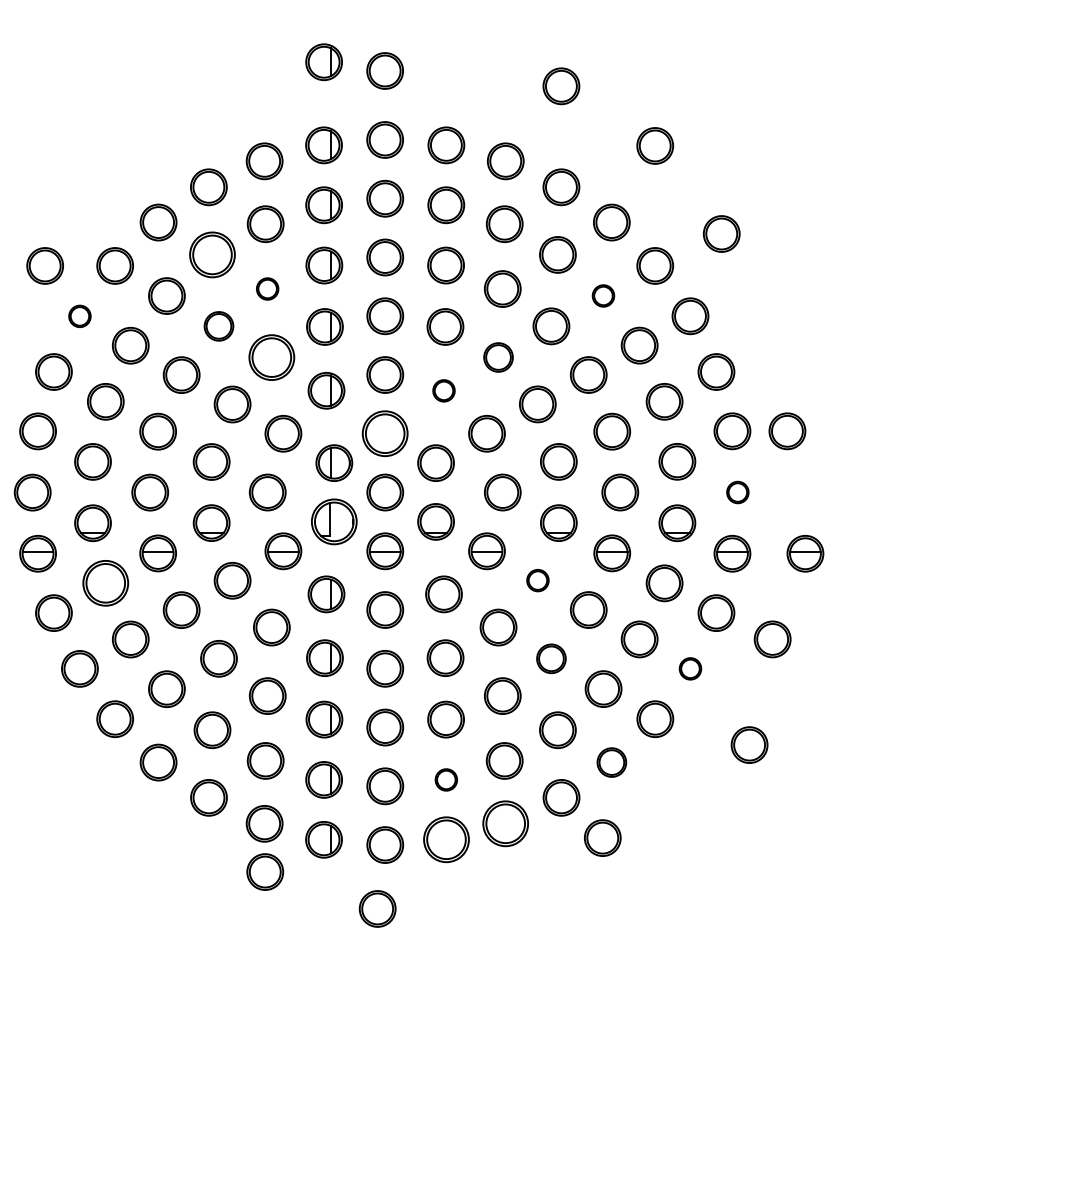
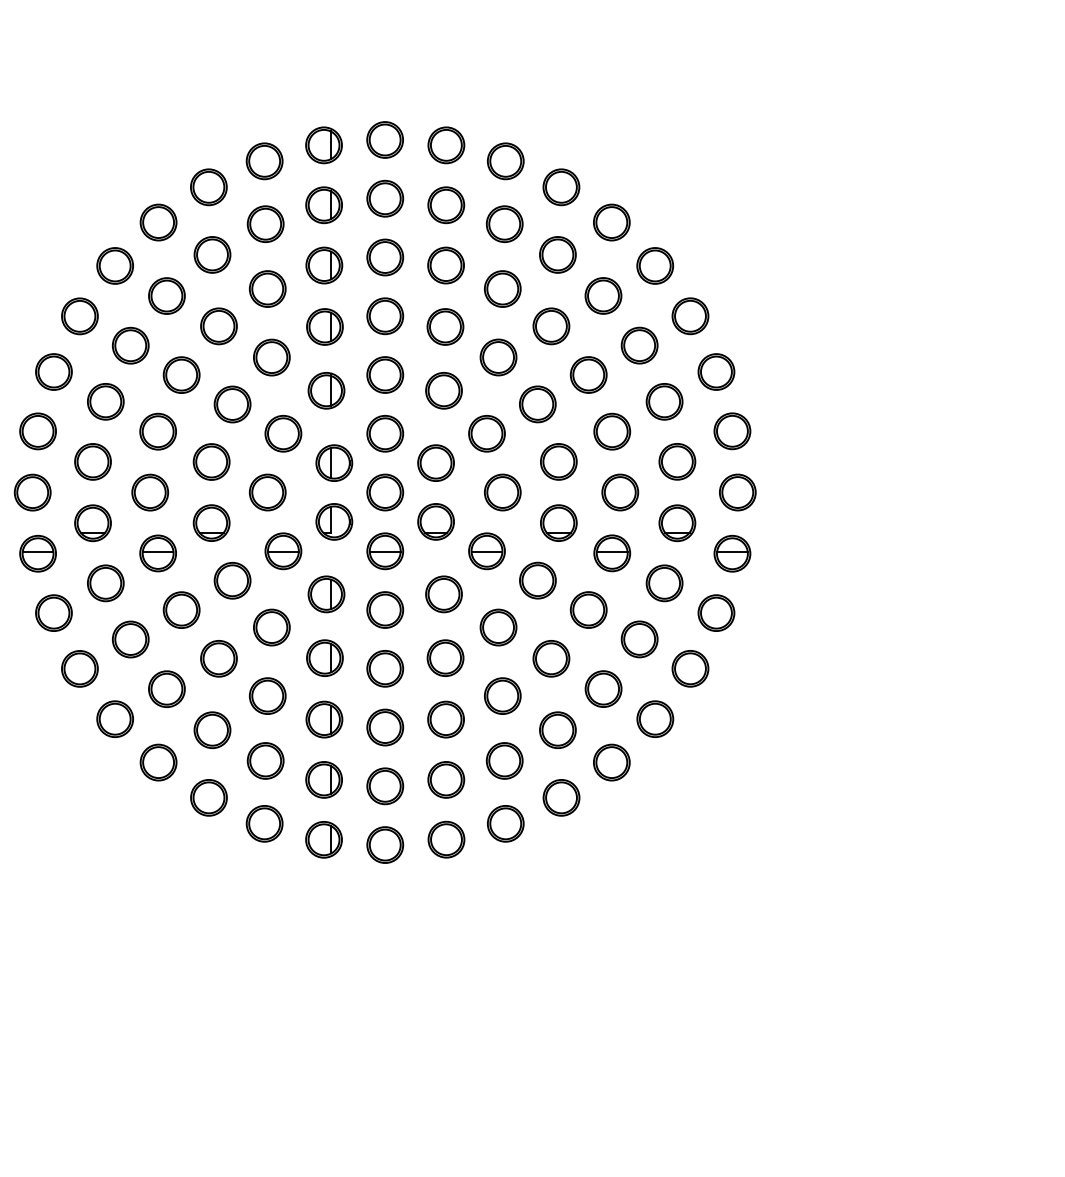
part at (323, 62): present -> none
part at (384, 70): present -> none
part at (561, 86): present -> none
part at (655, 145): present -> none
part at (721, 233): present -> none
part at (212, 254) size: 47x48 px -> 39x38 px
part at (44, 265): present -> none
part at (267, 288) size: 24x24 px -> 39x38 px
part at (603, 295) size: 25x24 px -> 39x38 px
part at (79, 316) size: 24x25 px -> 38x39 px
part at (218, 326) size: 32x31 px -> 38x39 px
part at (271, 357) size: 48x47 px -> 38x39 px
part at (498, 357) size: 31x31 px -> 39x39 px
part at (443, 390) size: 24x24 px -> 38x38 px
part at (787, 431): present -> none
part at (384, 433) size: 48x47 px -> 39x38 px
part at (737, 492) size: 24x25 px -> 38x39 px
part at (334, 521) size: 47x48 px -> 39x38 px
part at (805, 553): present -> none
part at (537, 580) size: 24x24 px -> 38x39 px
part at (105, 583) size: 48x47 px -> 38x39 px
part at (772, 639): present -> none
part at (551, 658) size: 31x32 px -> 39x38 px
part at (690, 668) size: 25x24 px -> 39x38 px
part at (749, 744): present -> none
part at (611, 762) size: 32x31 px -> 38x39 px
part at (445, 779) size: 24x24 px -> 39x38 px
part at (505, 823) size: 47x48 px -> 38x38 px
part at (602, 837): present -> none
part at (446, 839) size: 47x48 px -> 39x39 px
part at (265, 871): present -> none
part at (377, 908): present -> none
